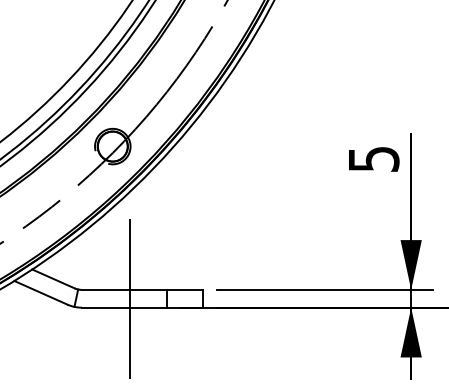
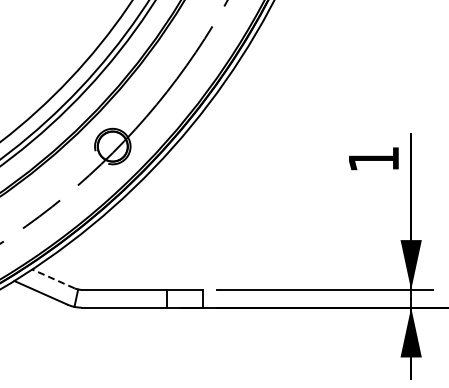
text at (374, 159): 5 -> 1
line at (53, 278): solid -> dashed
line at (129, 298): present -> none
